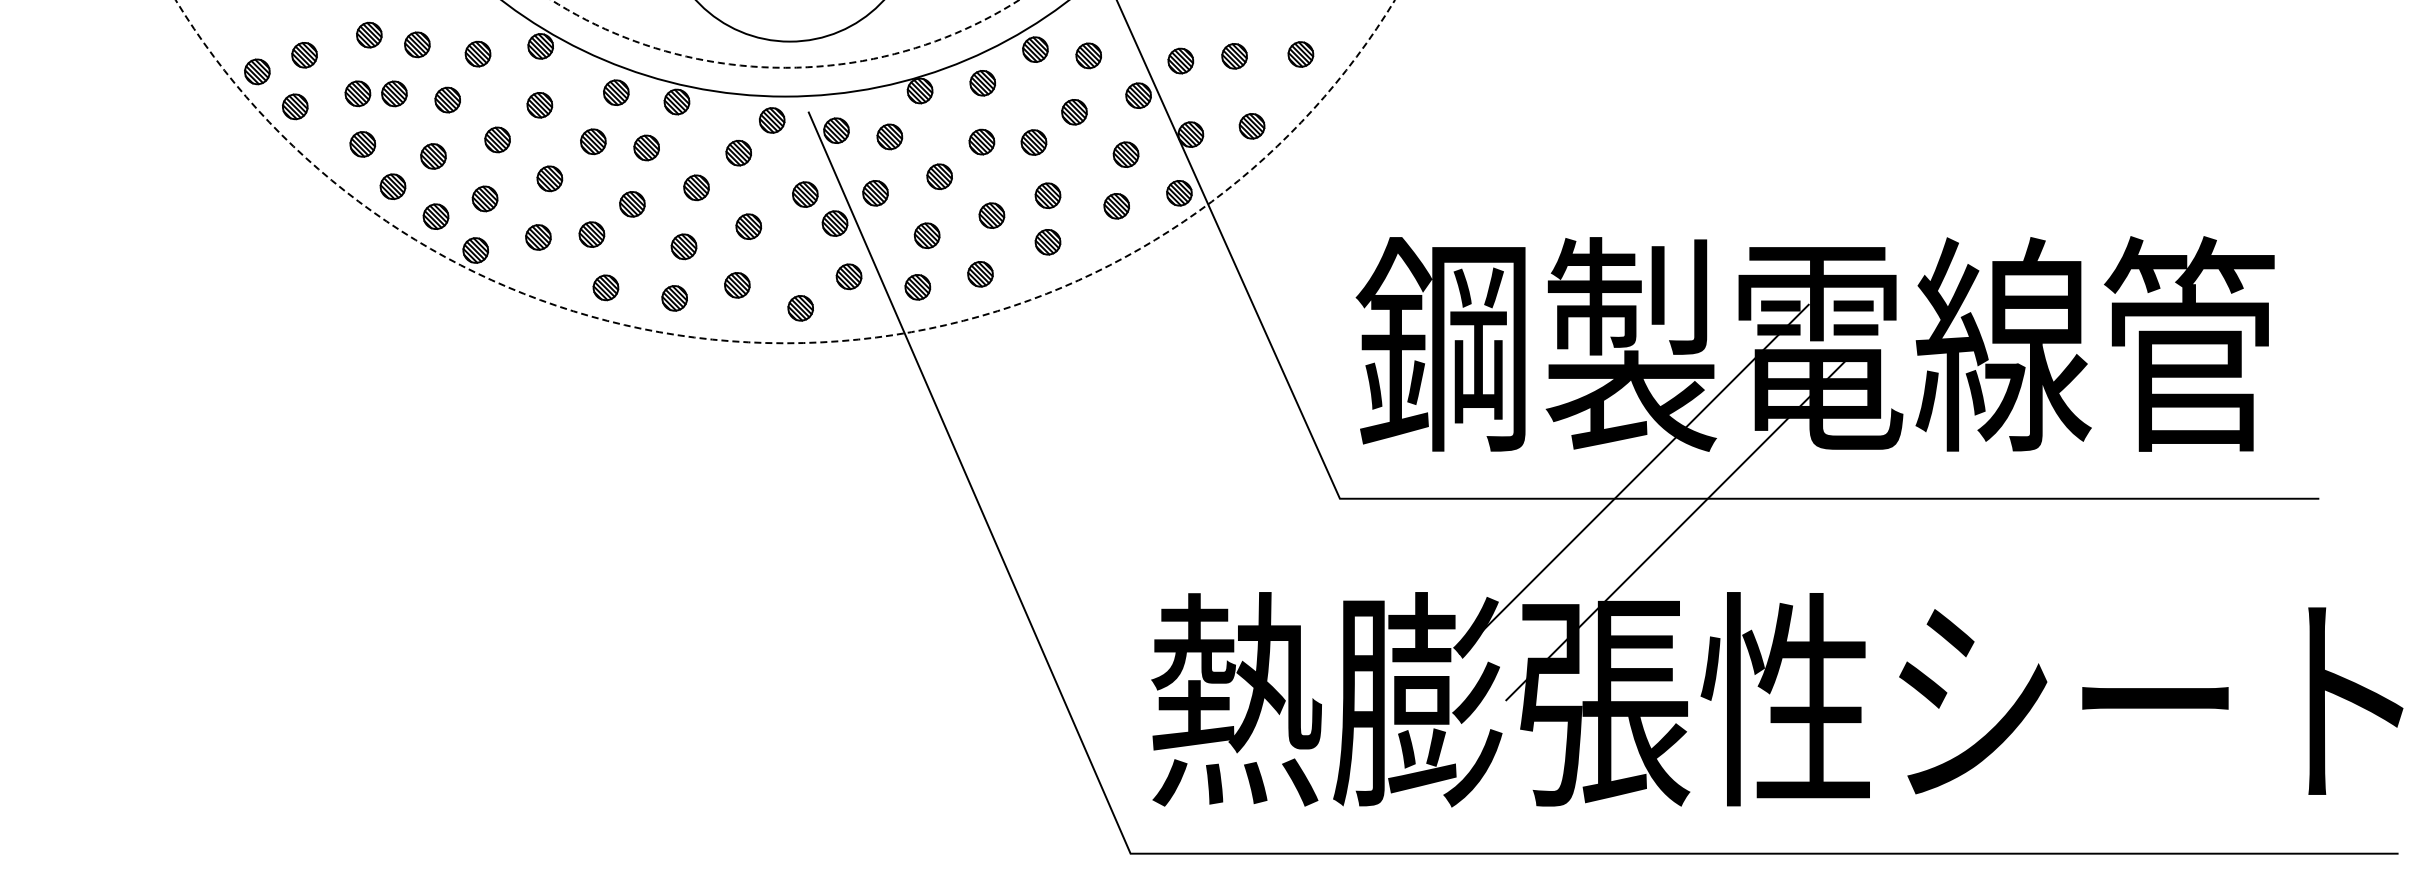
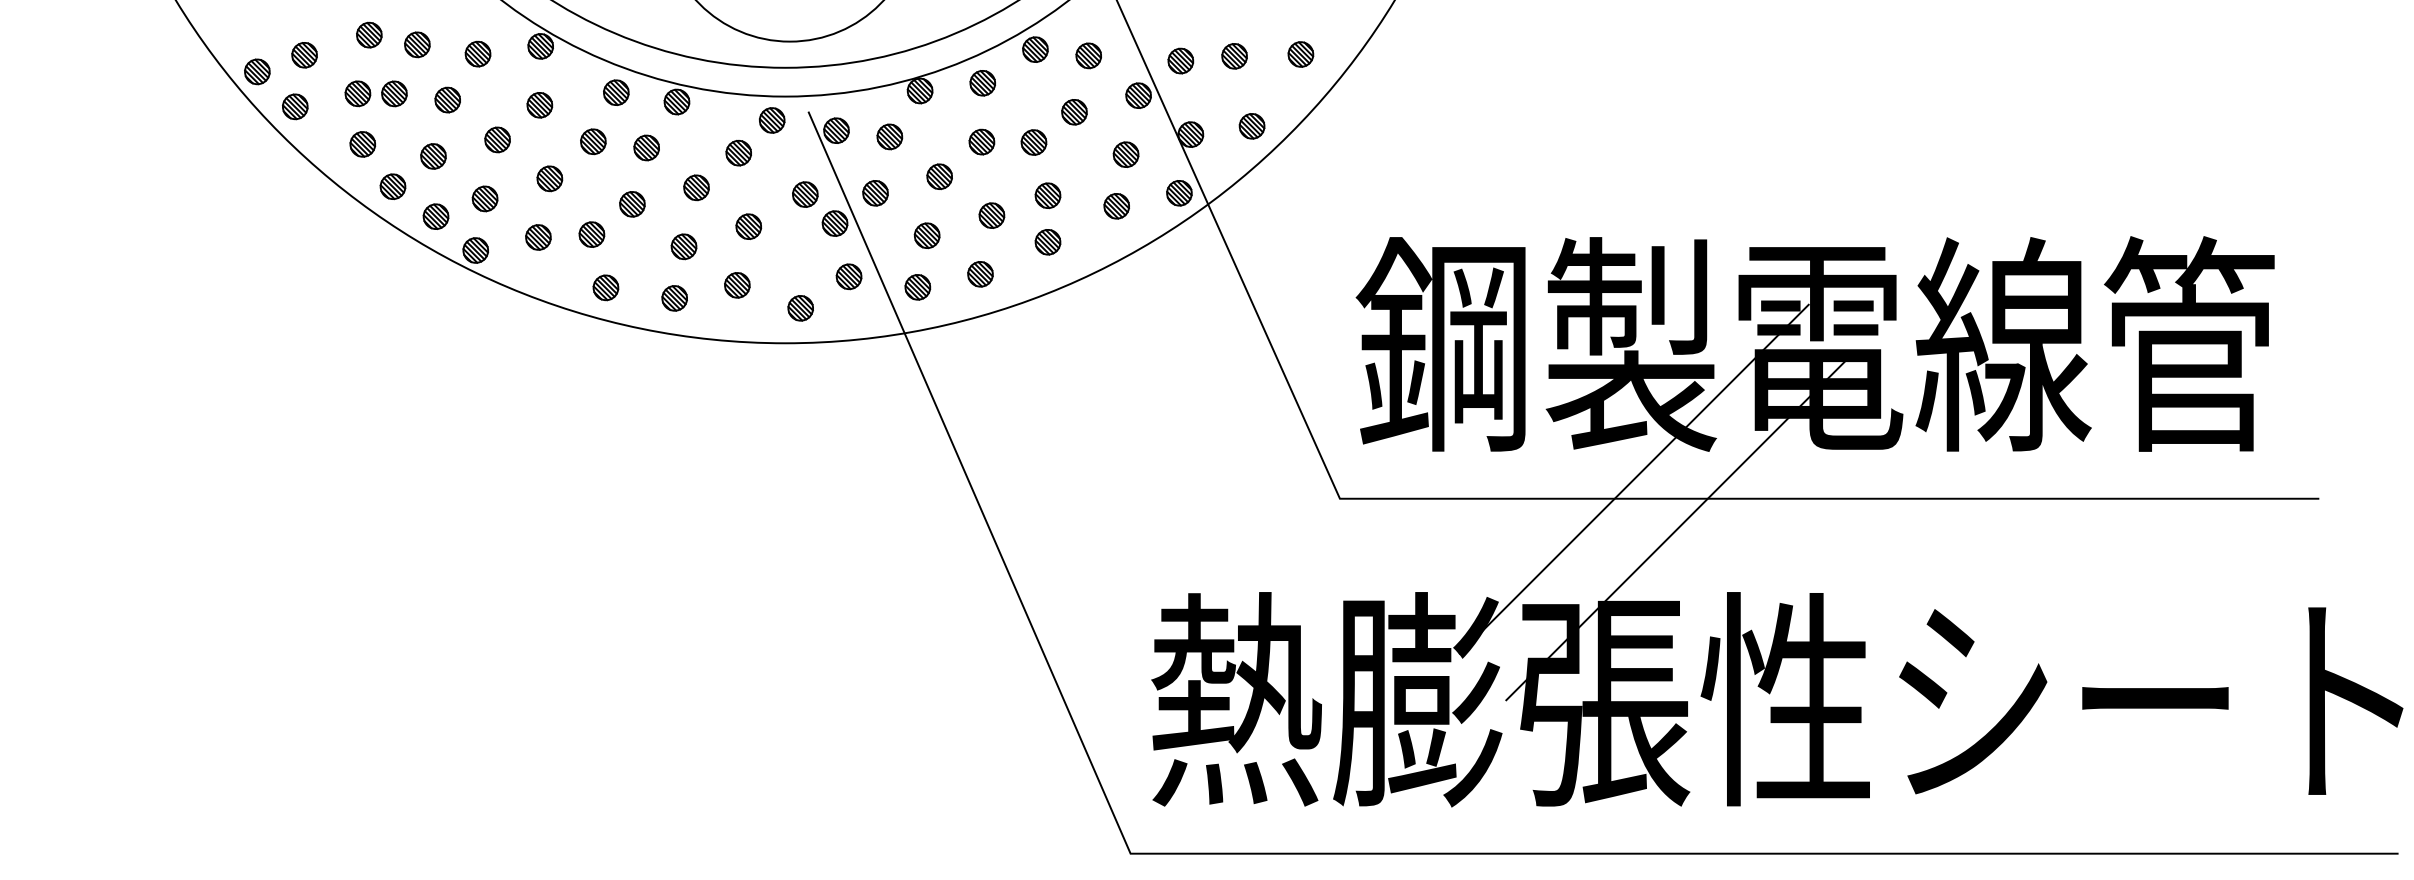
circle at (785, 33): dashed -> solid
circle at (785, 171): dashed -> solid
